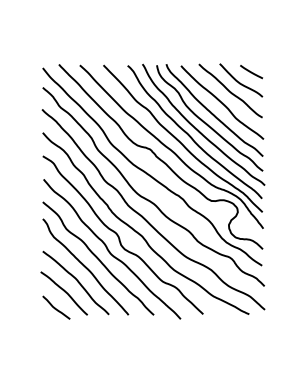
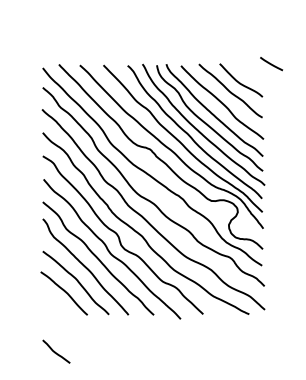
line at (251, 72) position: (251, 72) -> (271, 64)
curve at (55, 307) position: (55, 307) -> (55, 351)
